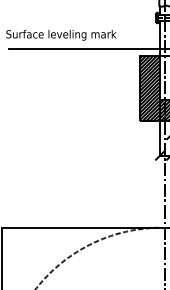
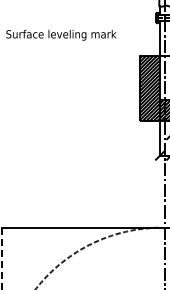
line at (87, 48): present -> none
line at (1, 258): solid -> dashed
